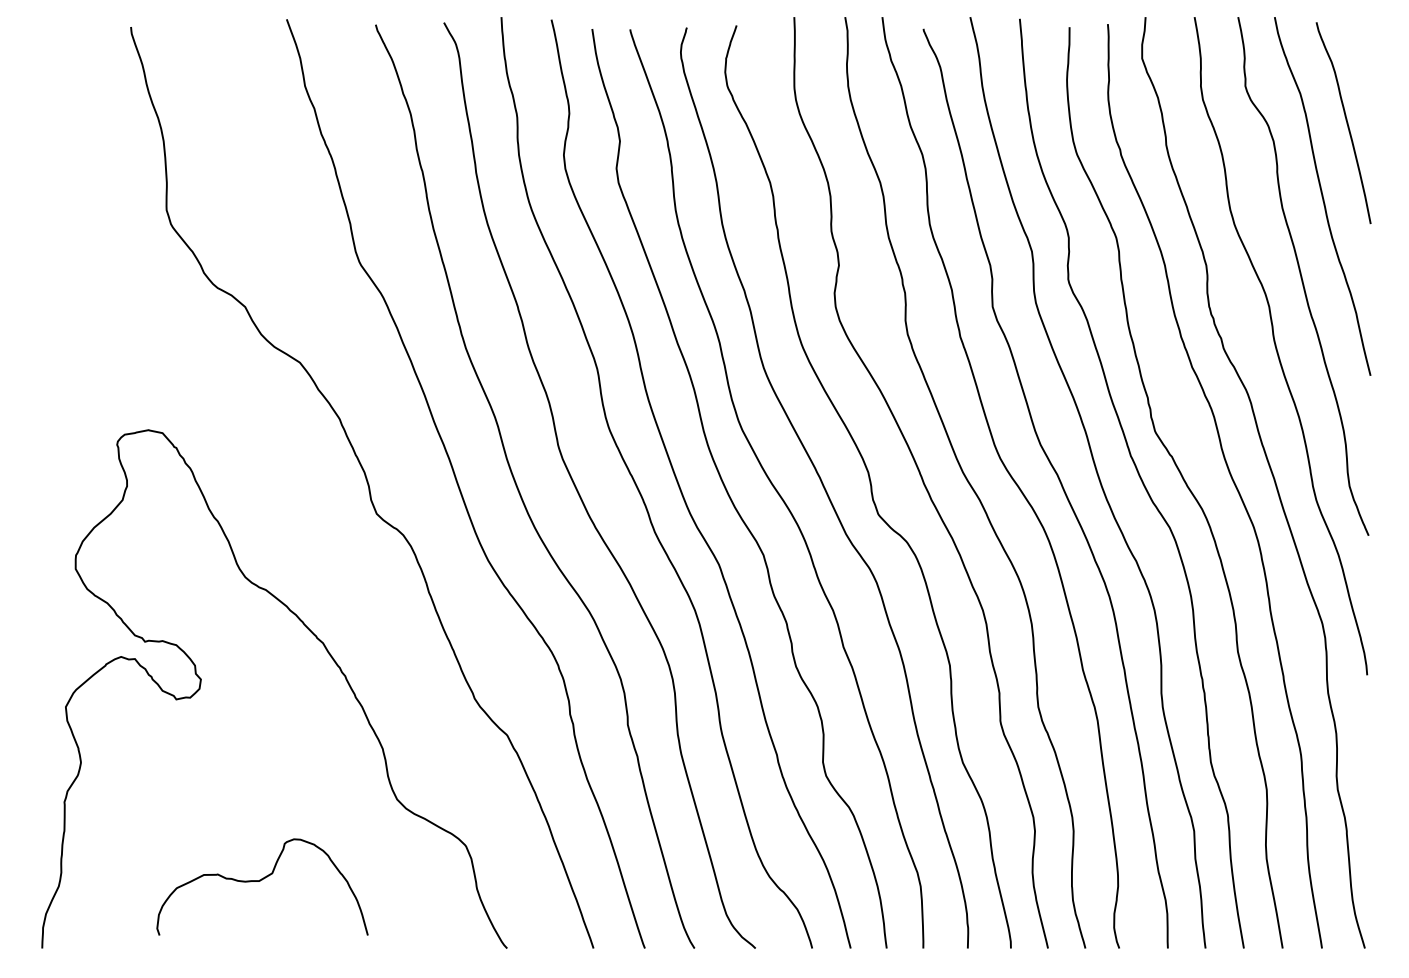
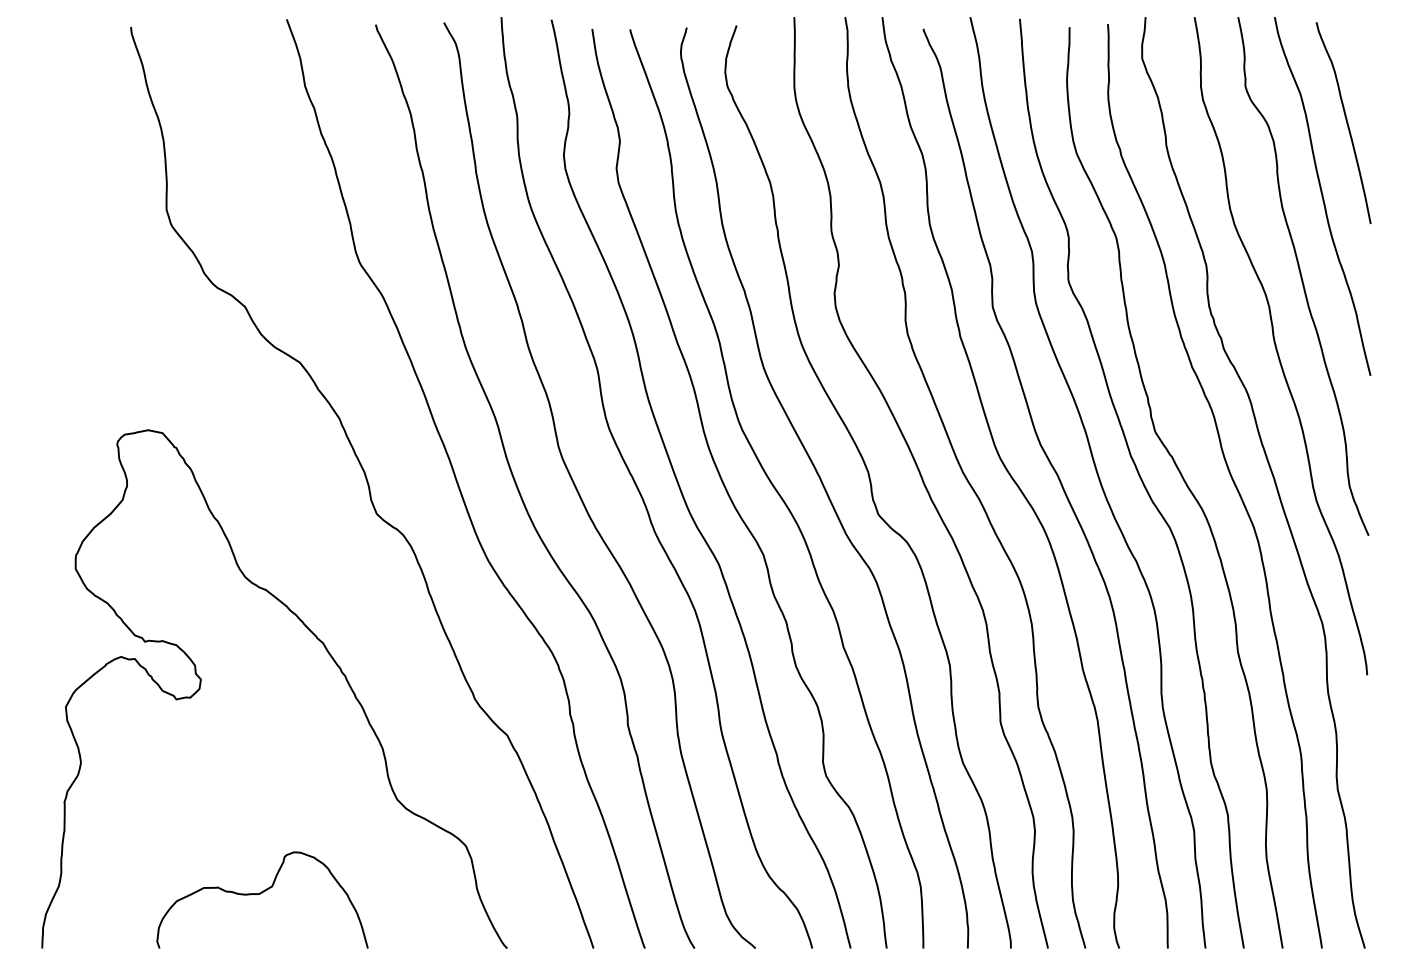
curve at (260, 881) position: (260, 881) -> (260, 894)
